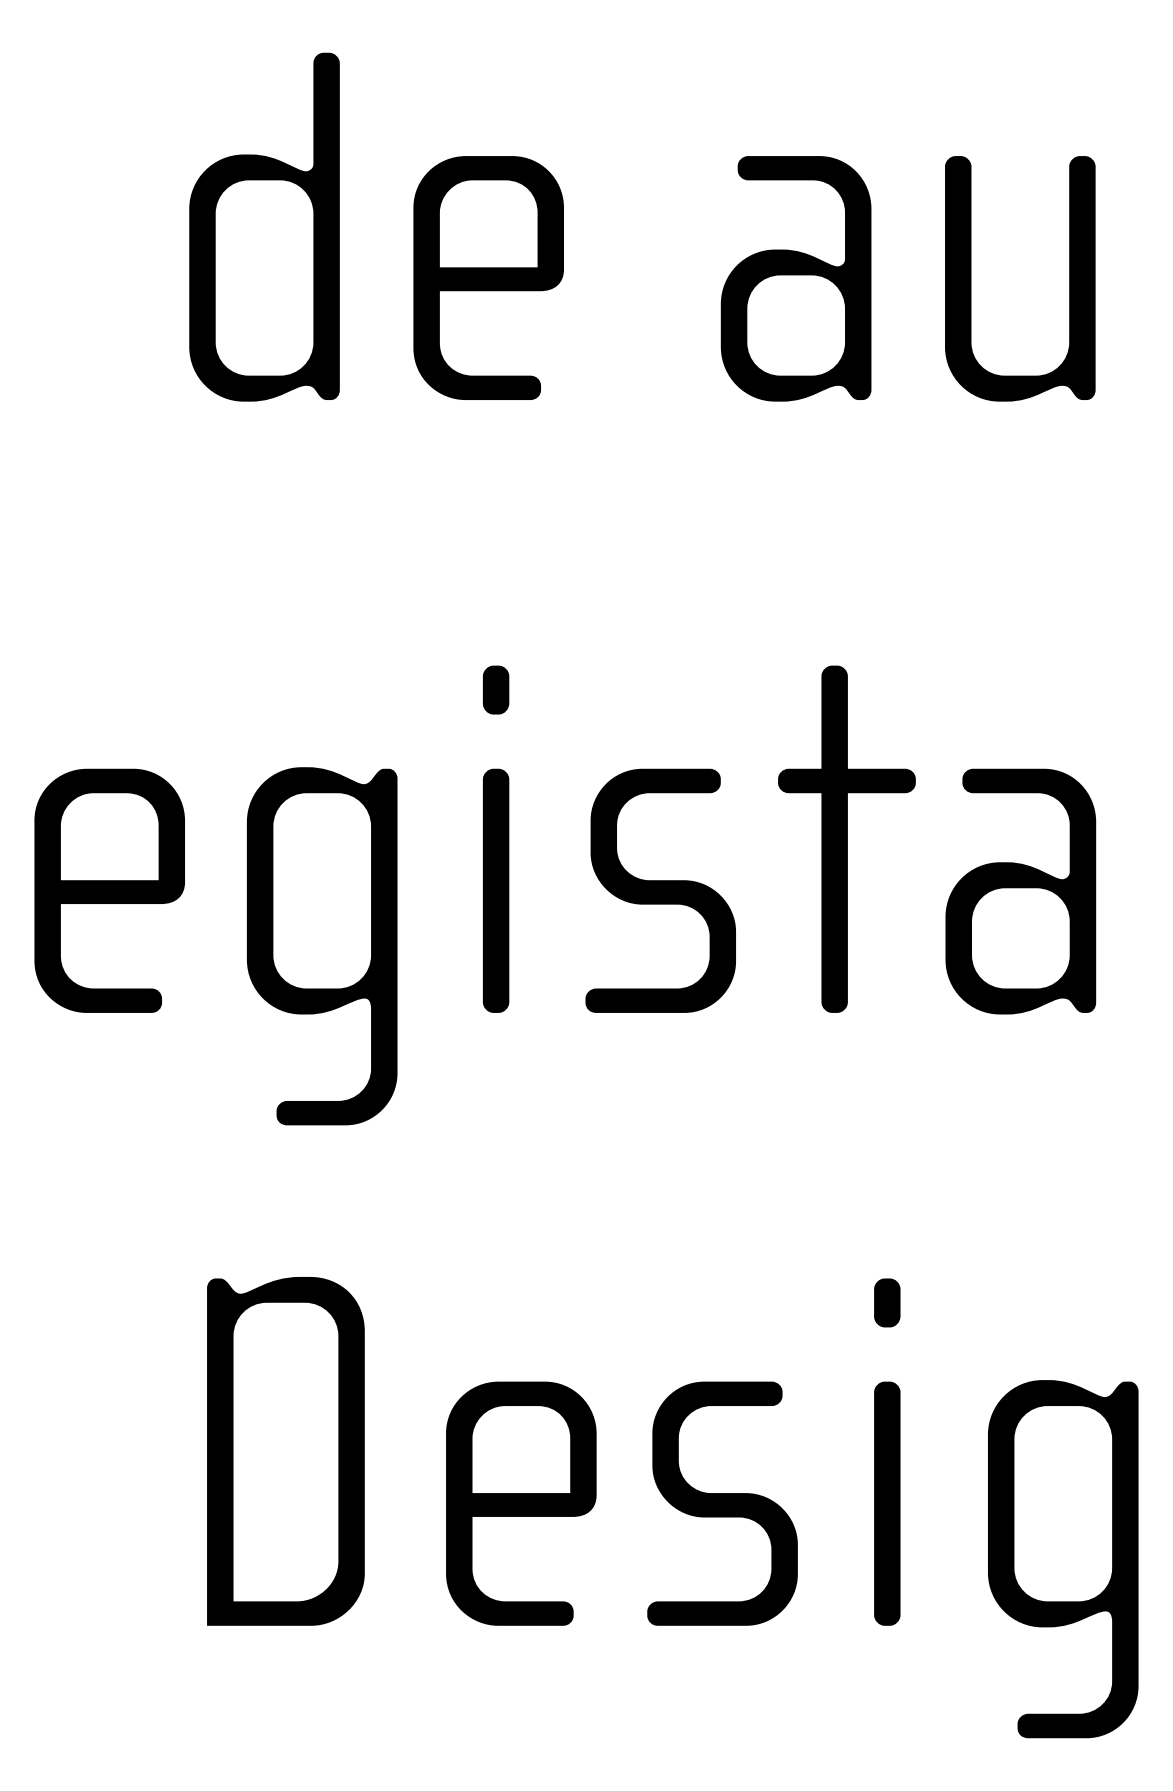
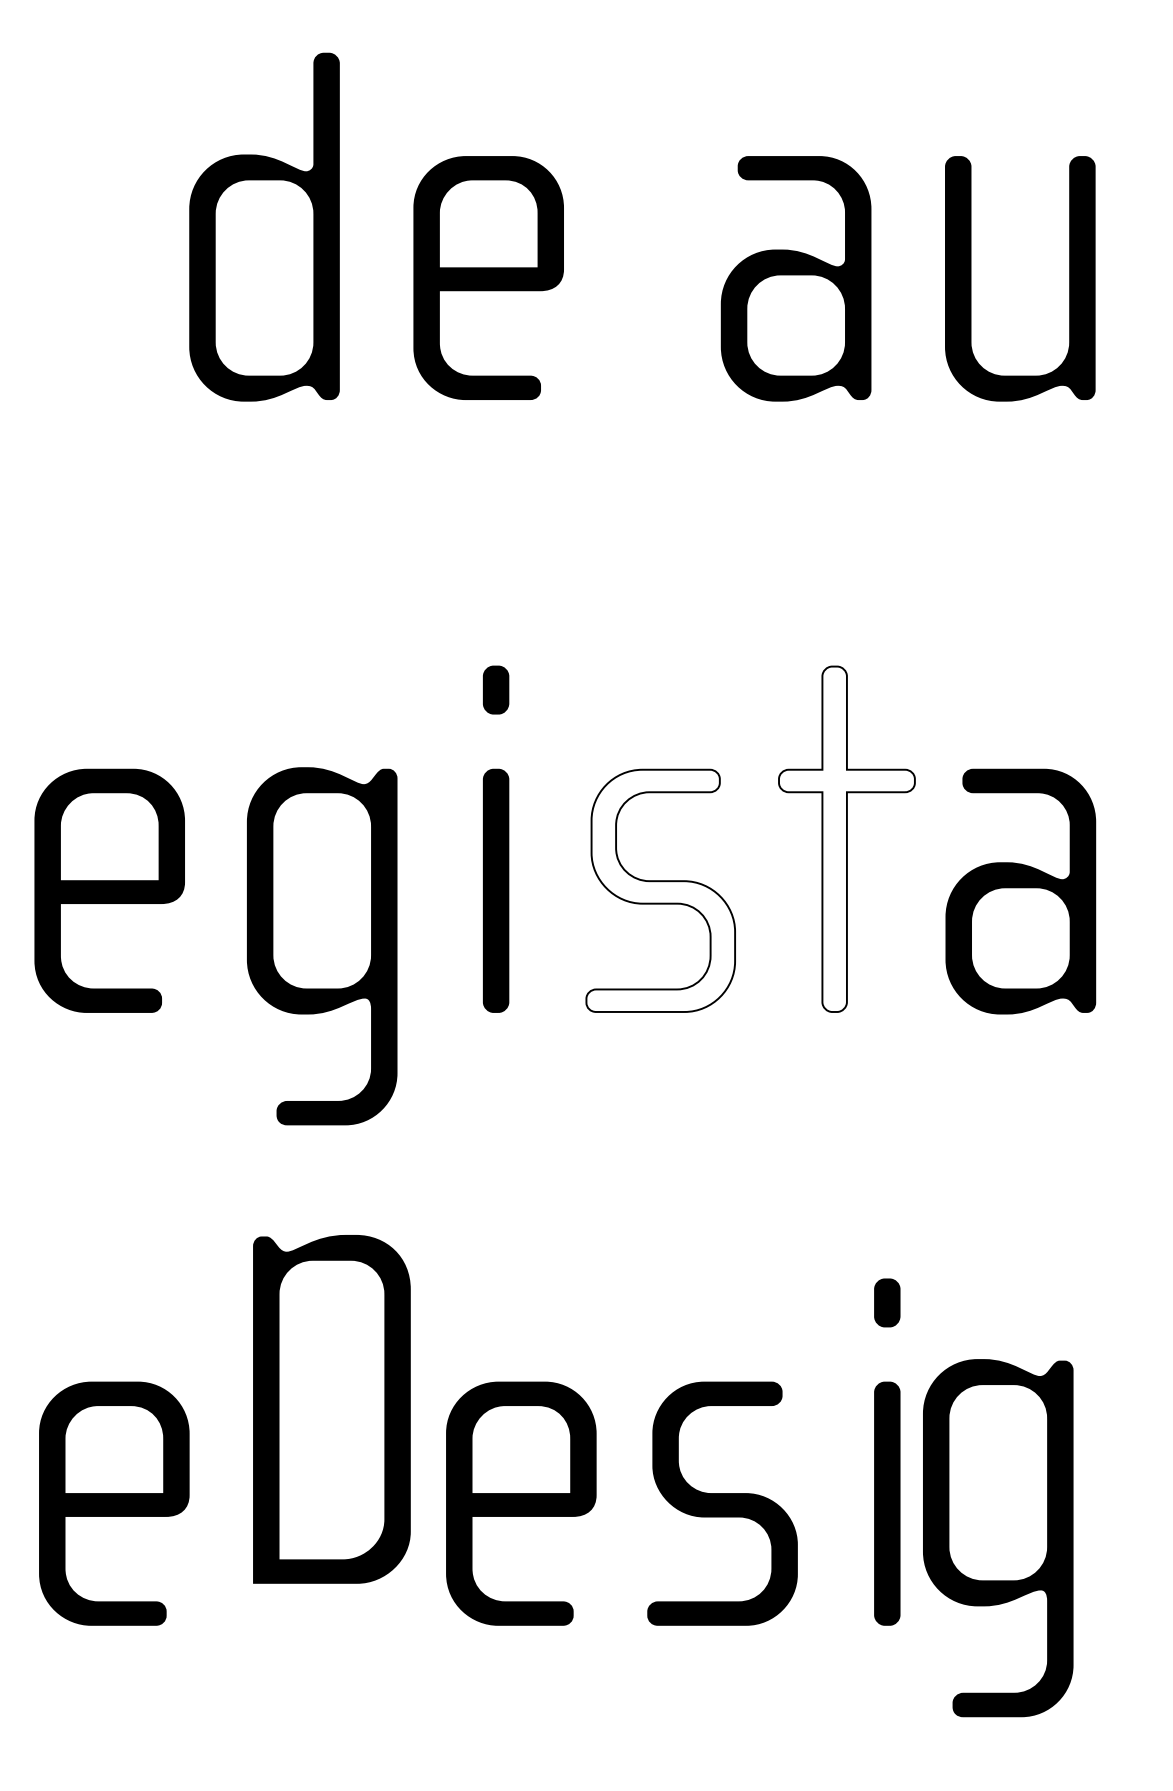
fill at (846, 838): present -> none
fill at (660, 890): present -> none
part at (285, 1451) position: (285, 1451) -> (331, 1409)
part at (114, 1503): none -> present
part at (1063, 1559) position: (1063, 1559) -> (998, 1538)
